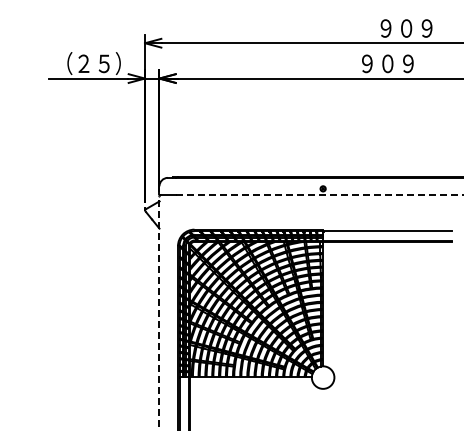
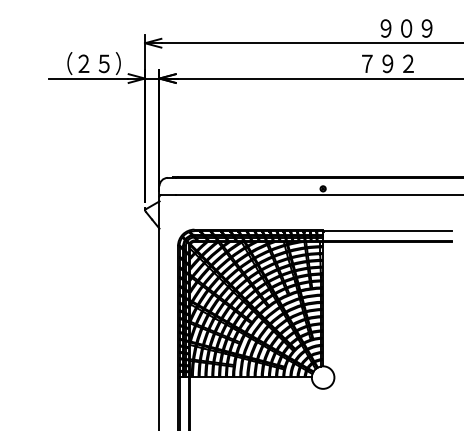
text at (387, 63): ９０９ -> ７９２
line at (320, 195): dashed -> solid
line at (159, 313): dashed -> solid
